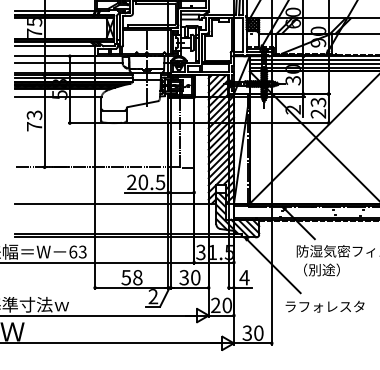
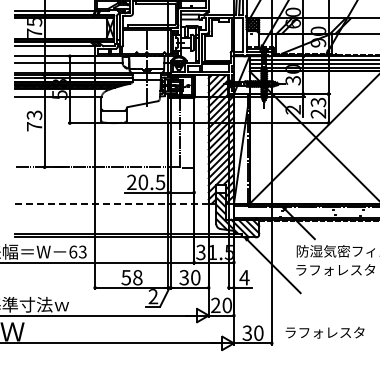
line at (111, 203): solid -> dashed
text at (335, 269): （別途） -> ラフォレスタ
text at (324, 306) position: (324, 306) -> (324, 332)
